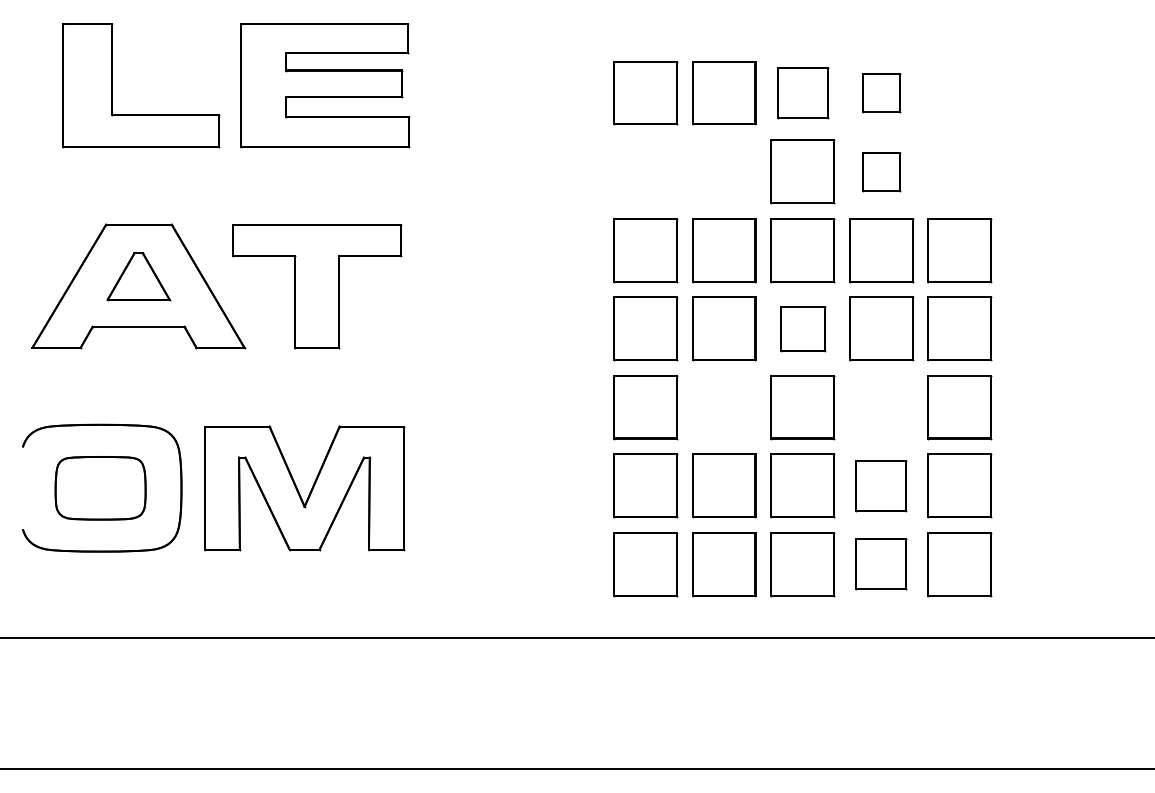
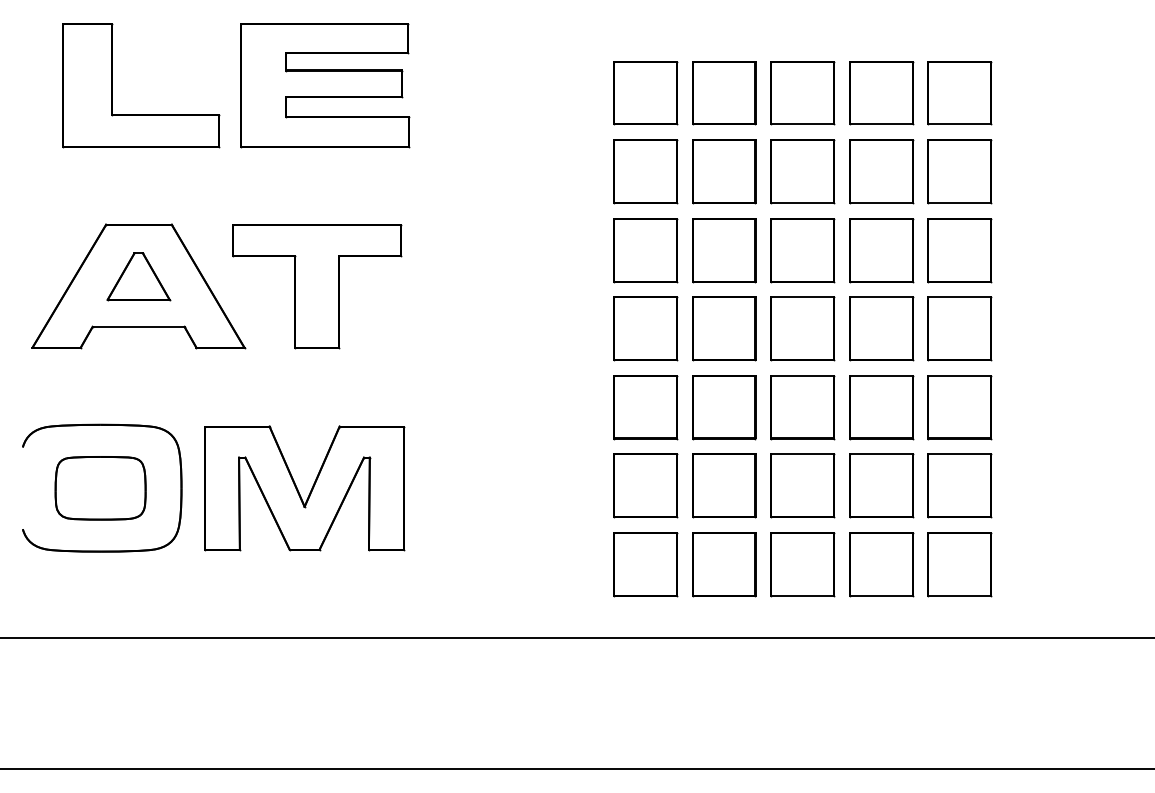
part at (803, 93) size: 53x53 px -> 66x65 px
part at (881, 93) size: 40x41 px -> 66x65 px
part at (959, 93): none -> present
part at (645, 171): none -> present
part at (724, 171): none -> present
part at (959, 171): none -> present
part at (881, 172) size: 40x41 px -> 66x66 px
part at (803, 329) size: 47x47 px -> 66x66 px
part at (724, 407): none -> present
part at (881, 407): none -> present
part at (881, 486) size: 53x53 px -> 66x66 px
part at (881, 564) size: 53x53 px -> 66x66 px
